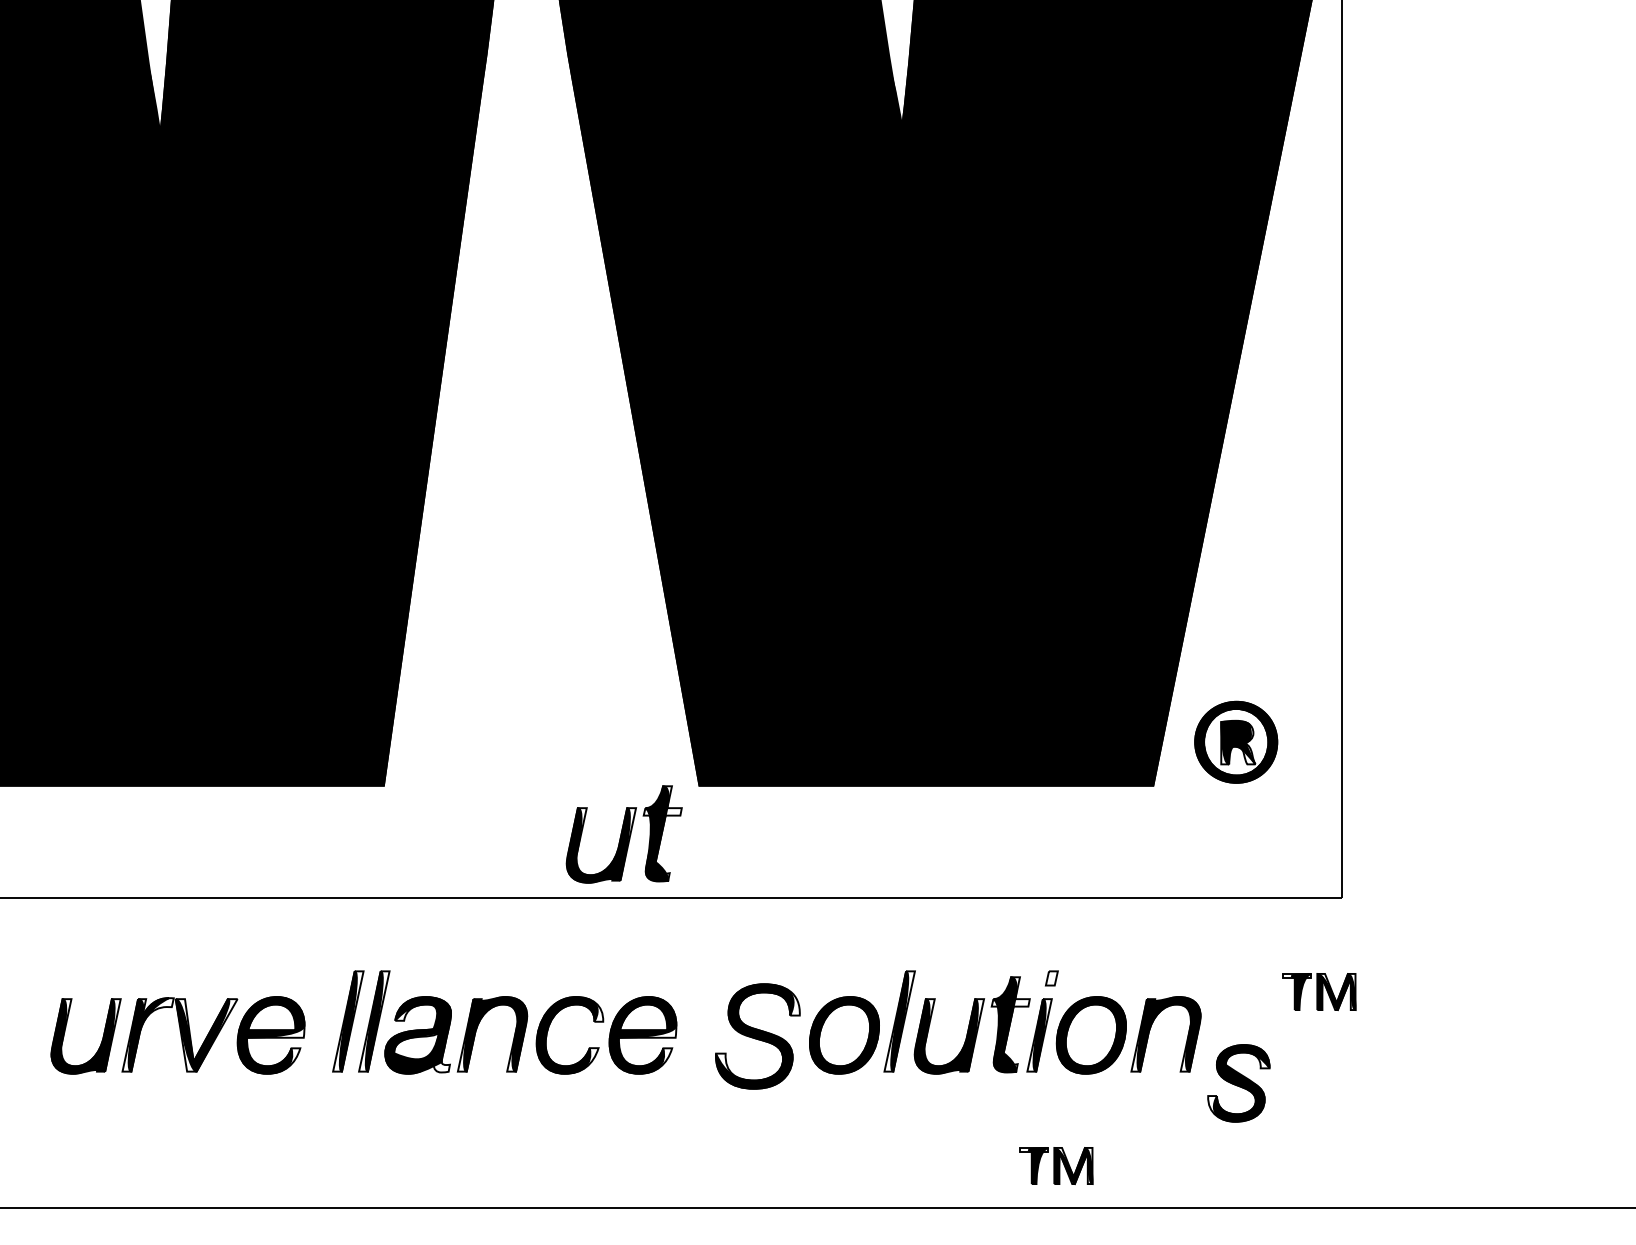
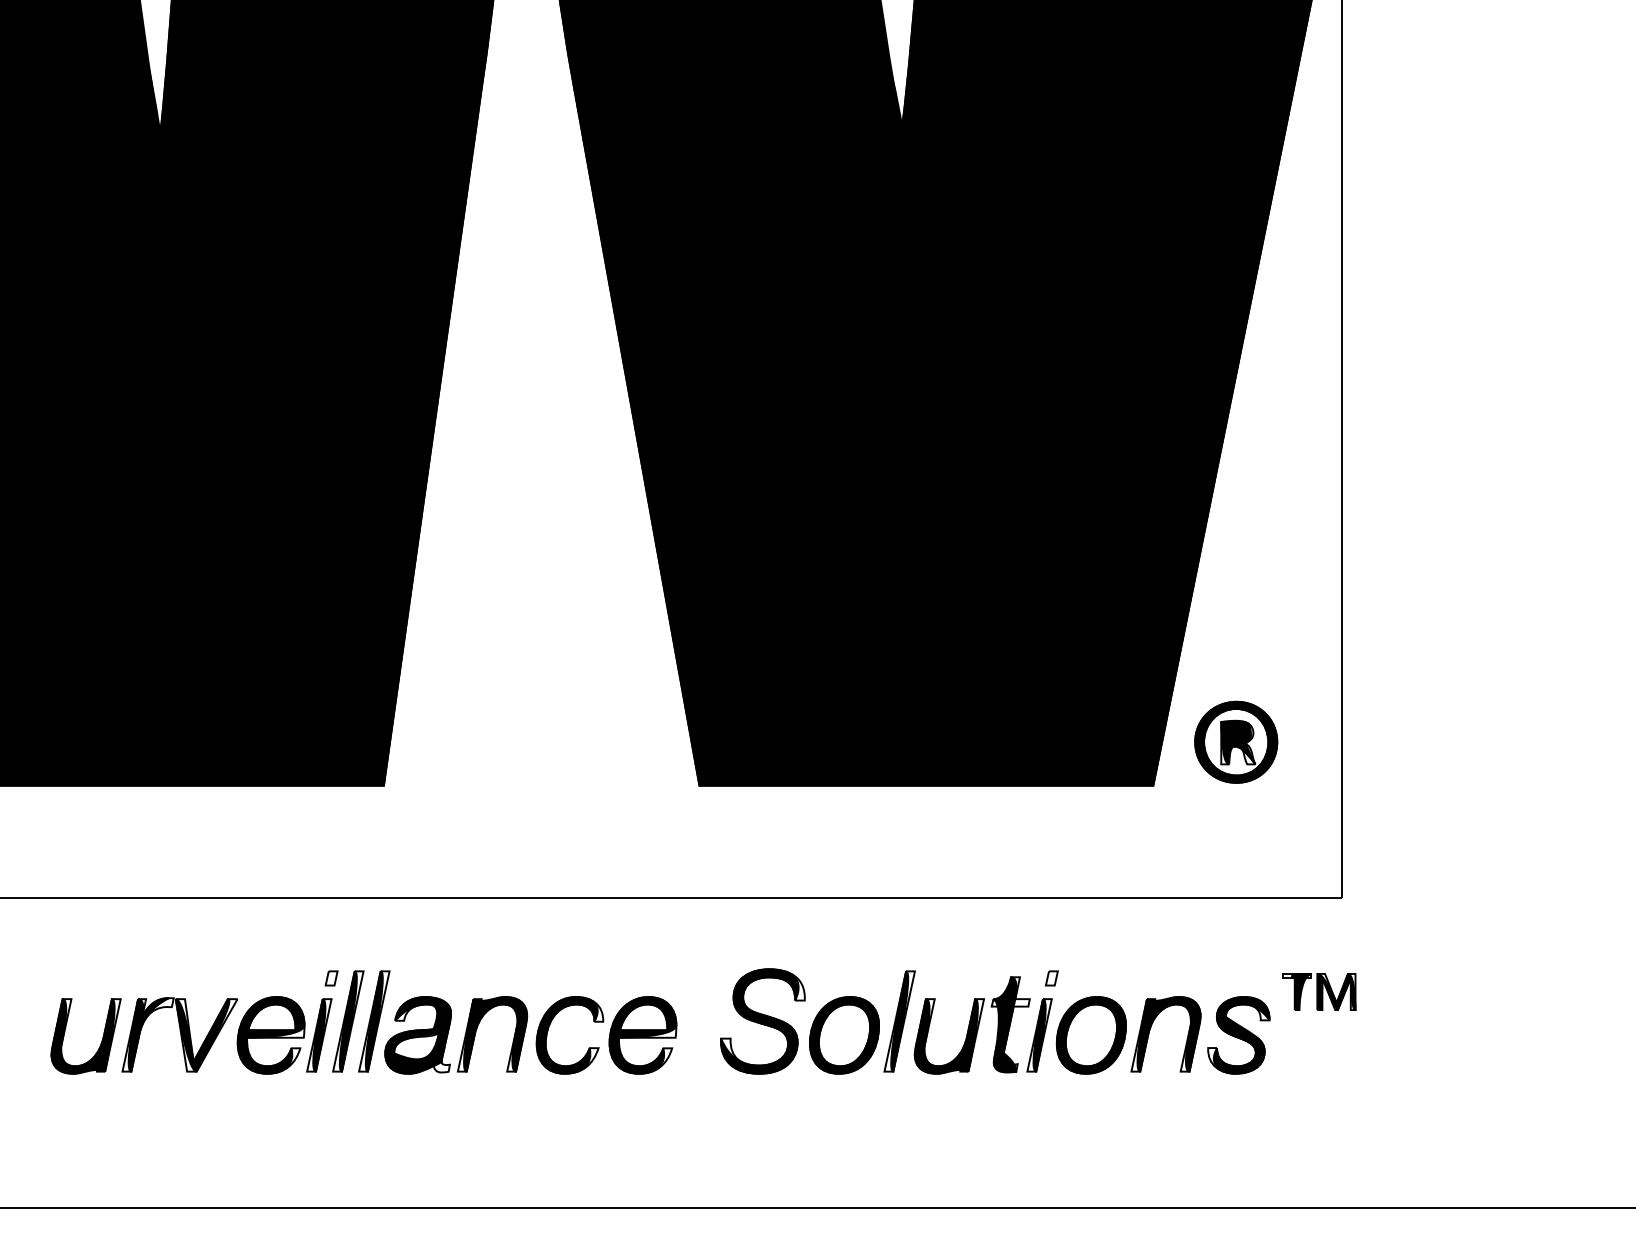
part at (623, 834): present -> none
part at (322, 1021): none -> present
part at (757, 1036) position: (757, 1036) -> (762, 1021)
part at (1238, 1083) position: (1238, 1083) -> (1238, 1035)
part at (1056, 1165): present -> none
